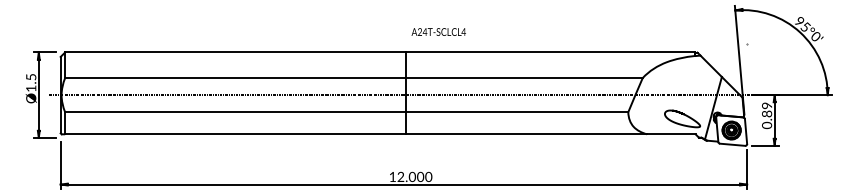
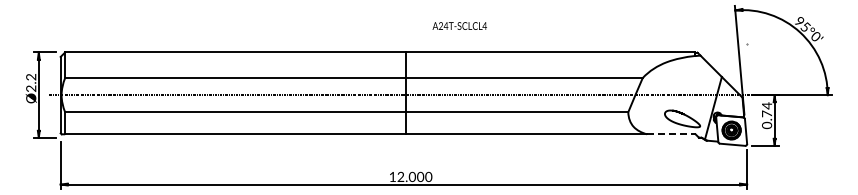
text at (438, 31) position: (438, 31) -> (459, 25)
text at (31, 82): Ø1.5 -> Ø2.2
text at (767, 109): 0.89 -> 0.74
line at (671, 134): solid -> dashed
